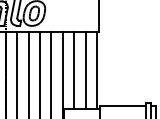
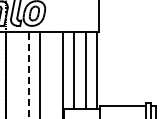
line at (17, 73): present -> none
line at (51, 73): present -> none
line at (28, 74): solid -> dashed
